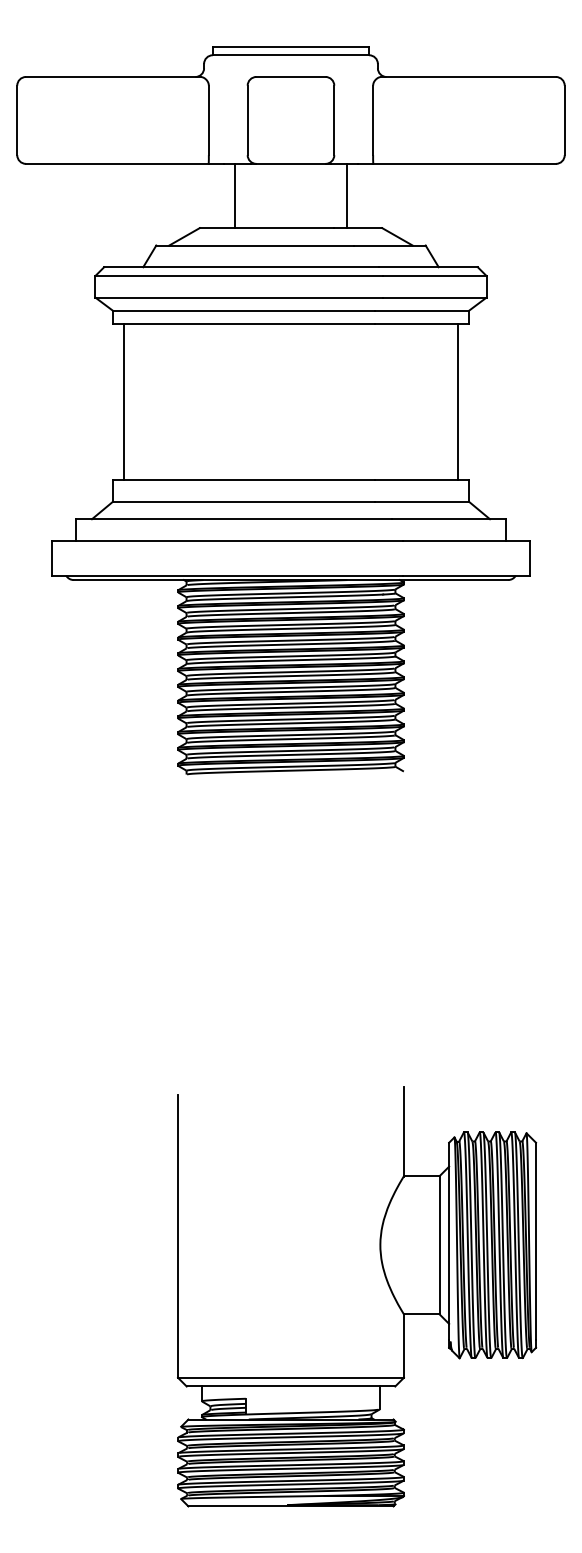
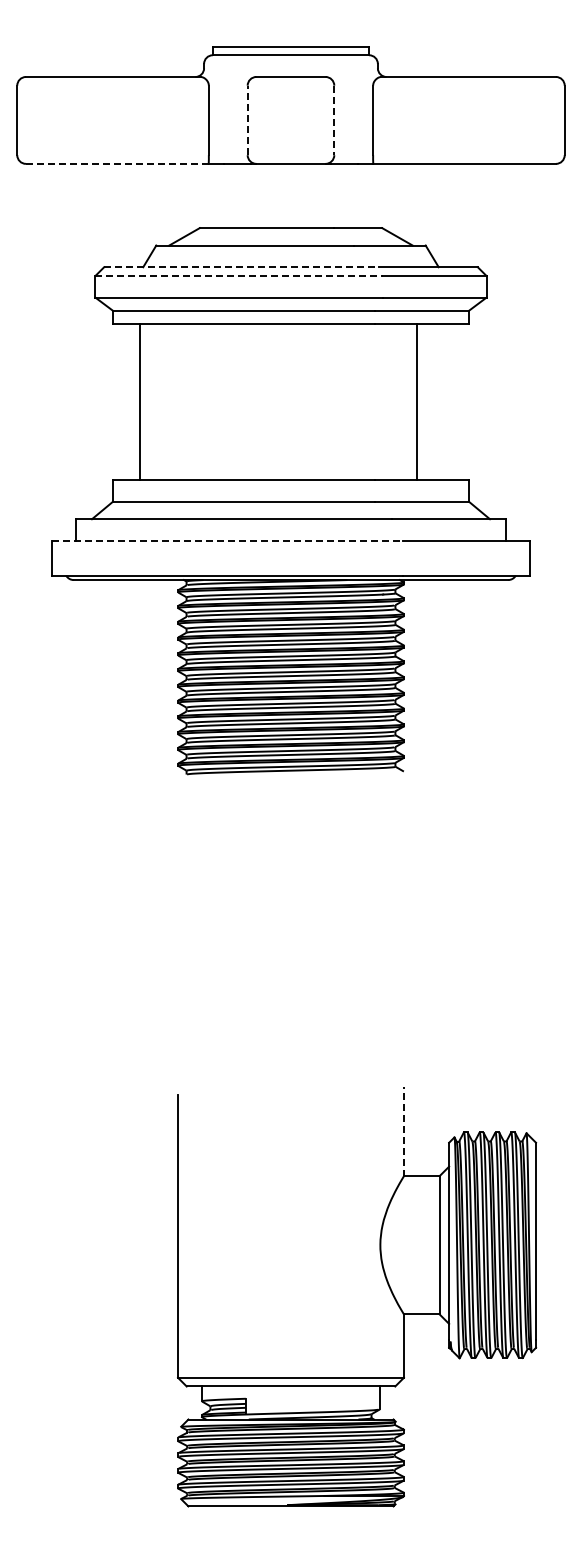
line at (247, 120): solid -> dashed
line at (334, 120): solid -> dashed
line at (116, 163): solid -> dashed
line at (234, 195): present -> none
line at (347, 195): present -> none
line at (241, 267): solid -> dashed
line at (239, 275): solid -> dashed
line at (123, 401) position: (123, 401) -> (139, 401)
line at (458, 401) position: (458, 401) -> (417, 401)
line at (227, 540): solid -> dashed
line at (403, 1131): solid -> dashed
